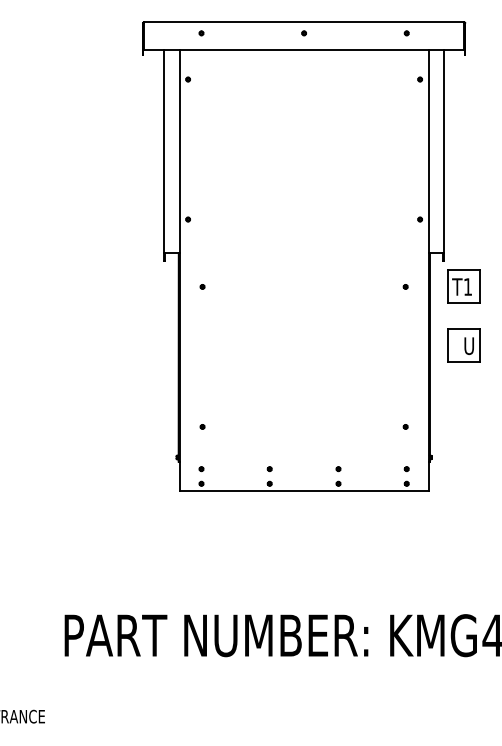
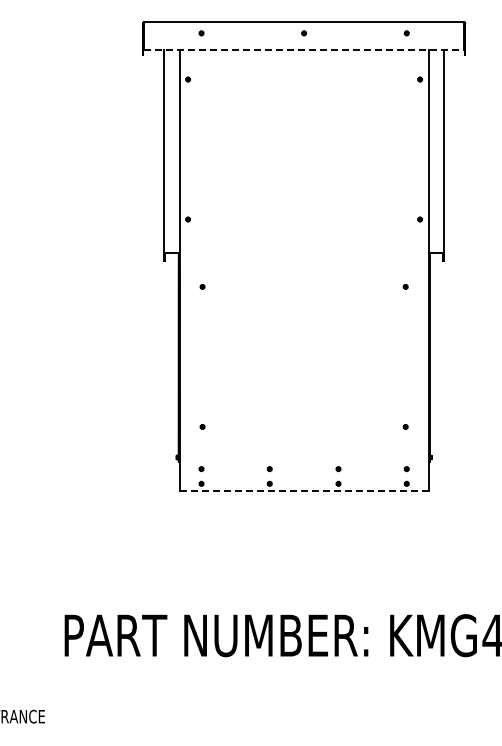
line at (304, 49): solid -> dashed
part at (463, 286): present -> none
part at (463, 345): present -> none
line at (304, 491): solid -> dashed
